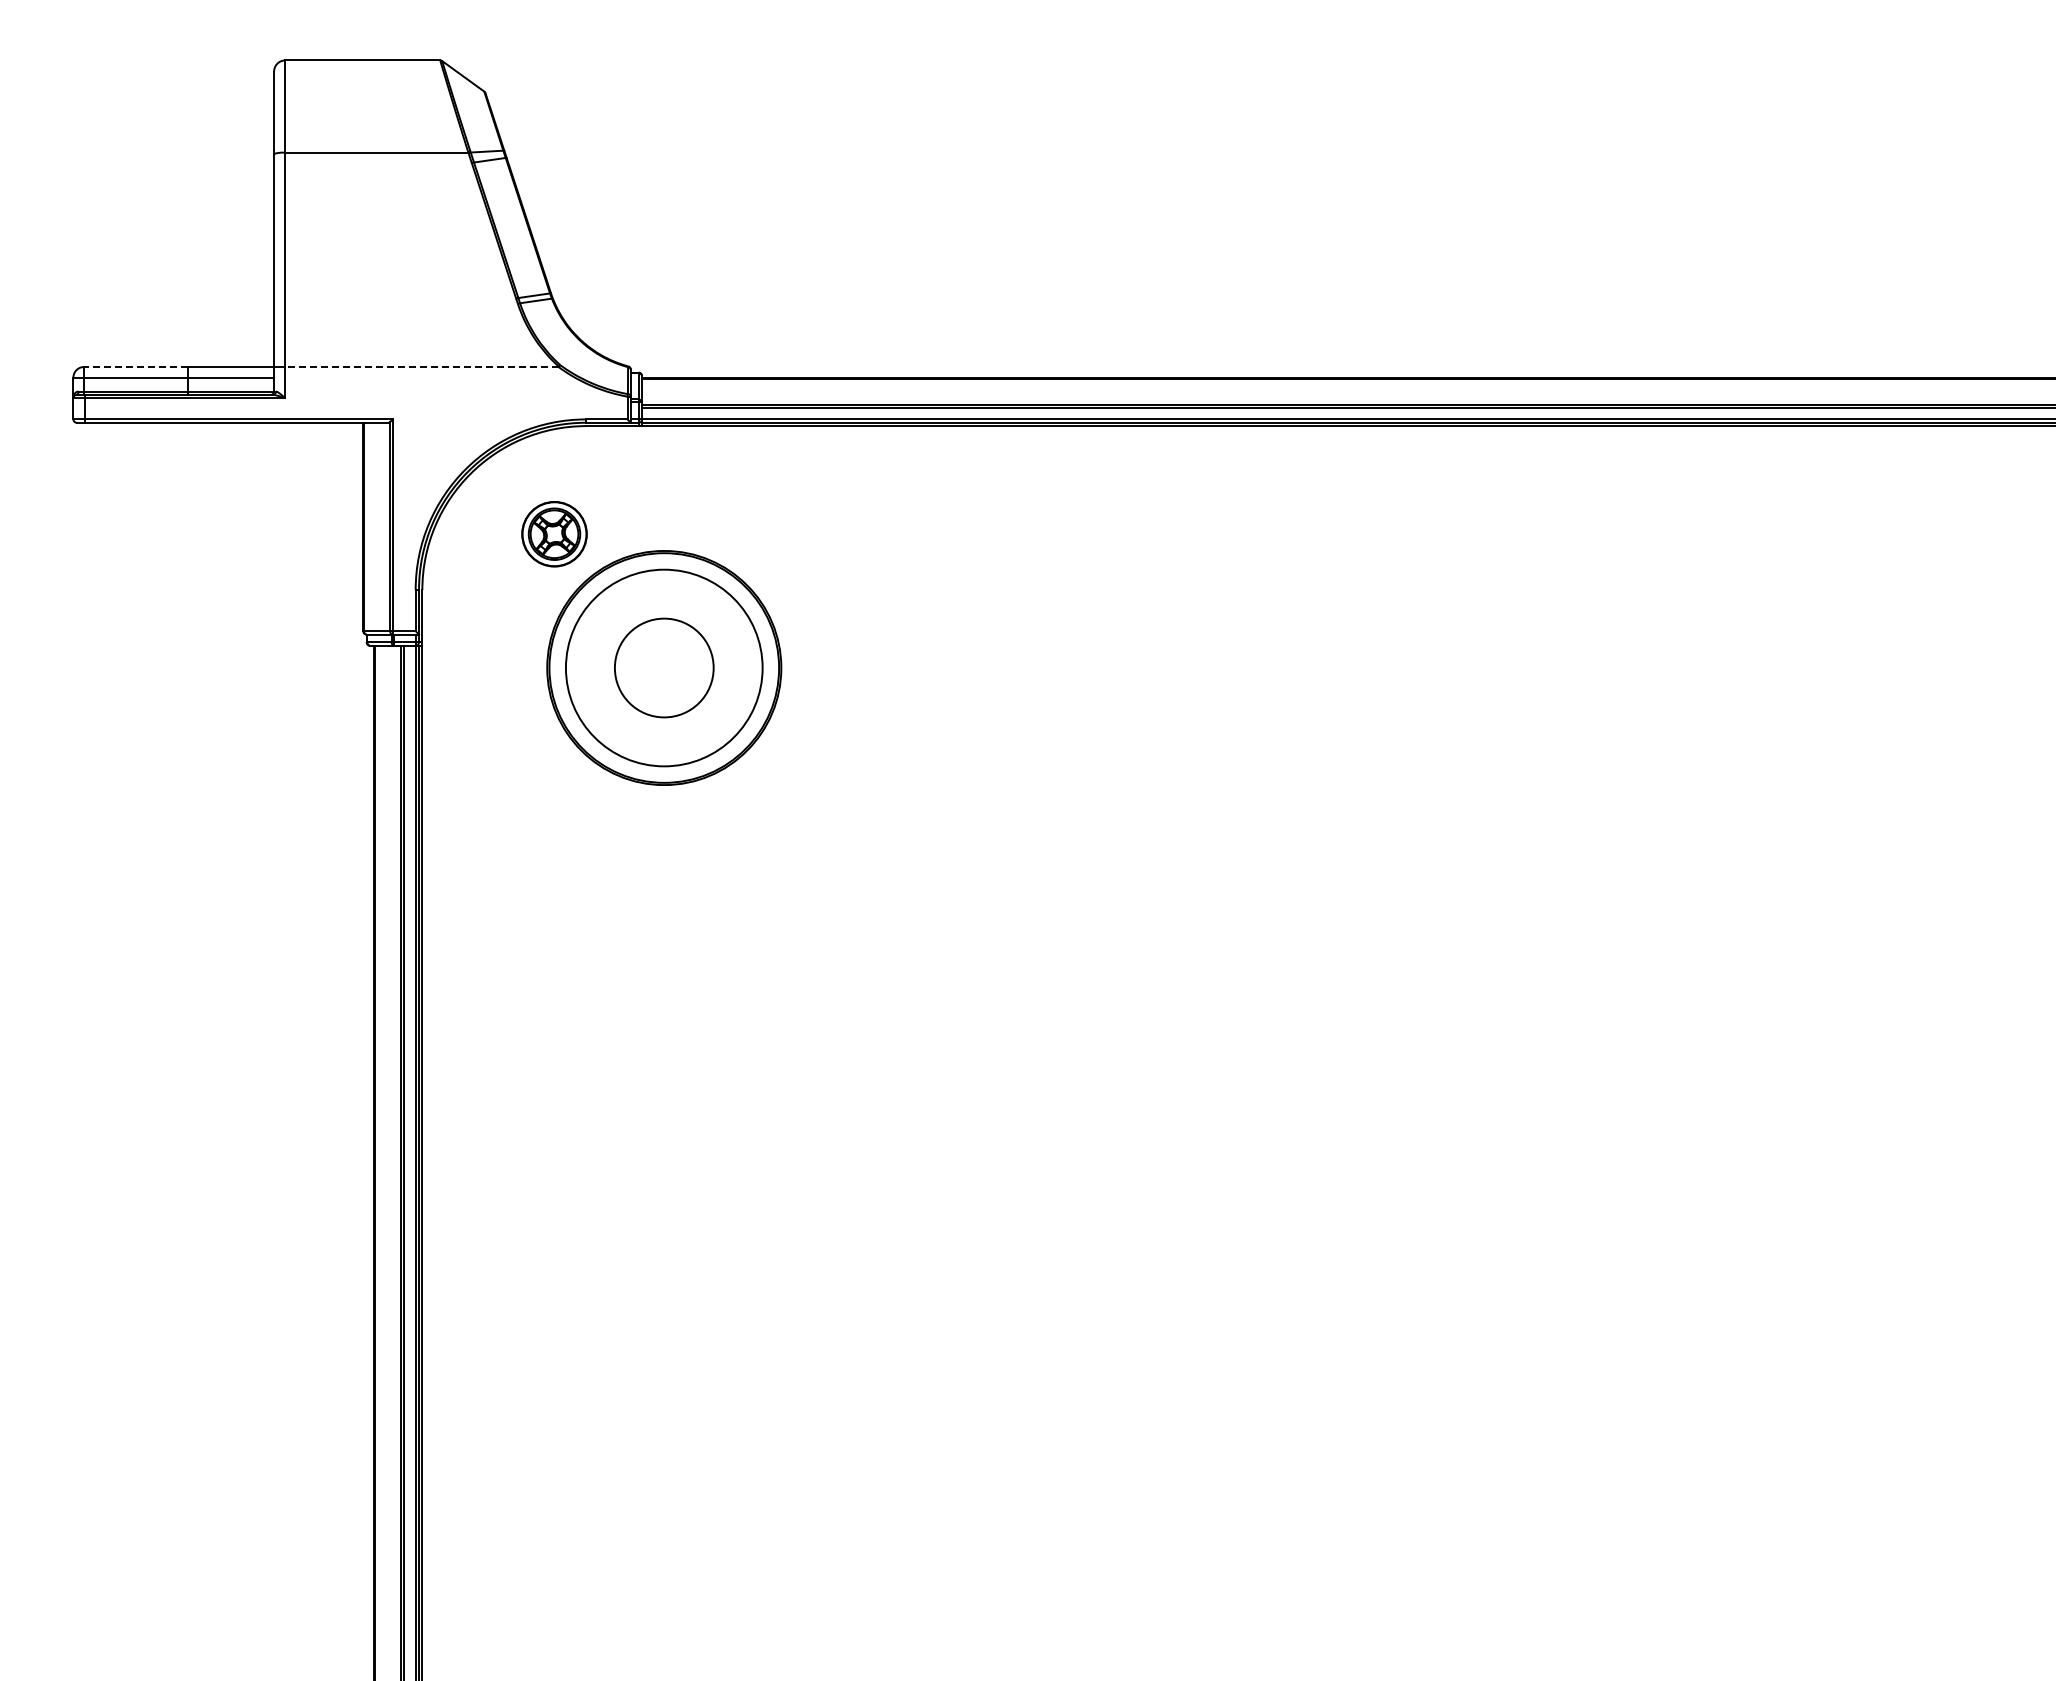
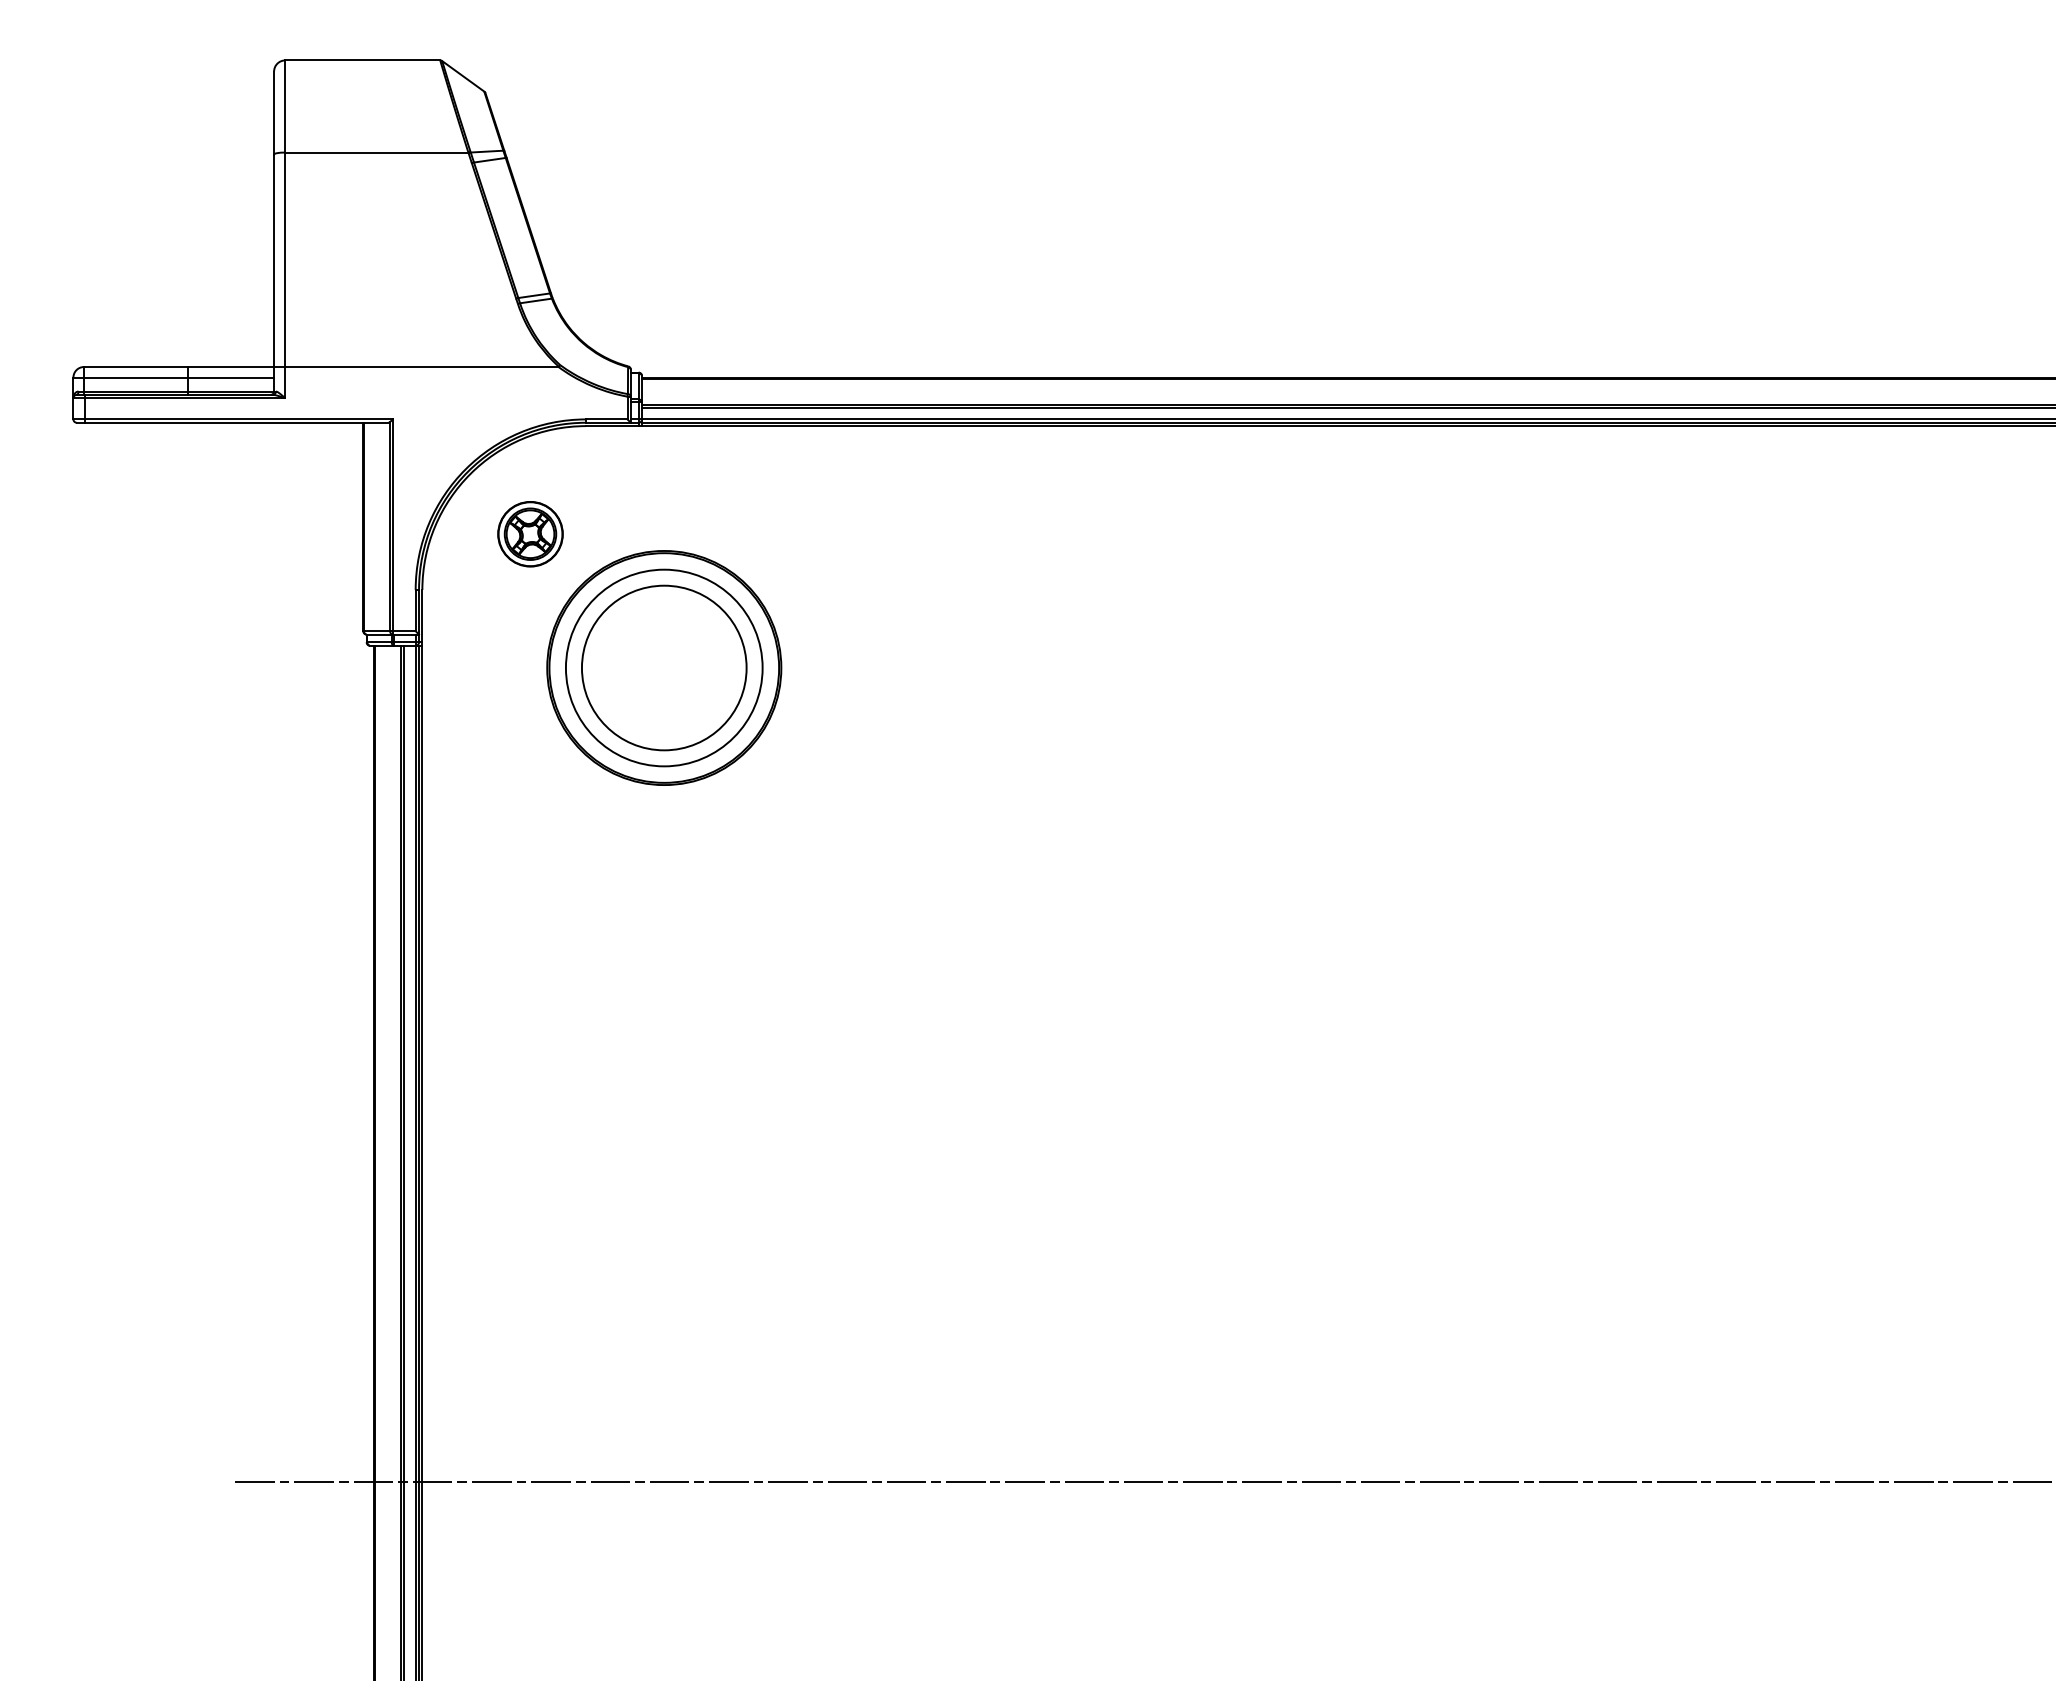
line at (135, 367): dashed -> solid
line at (421, 367): dashed -> solid
part at (554, 534) position: (554, 534) -> (530, 534)
circle at (663, 667) diameter: 99 px -> 165 px
line at (1143, 1481): none -> present
